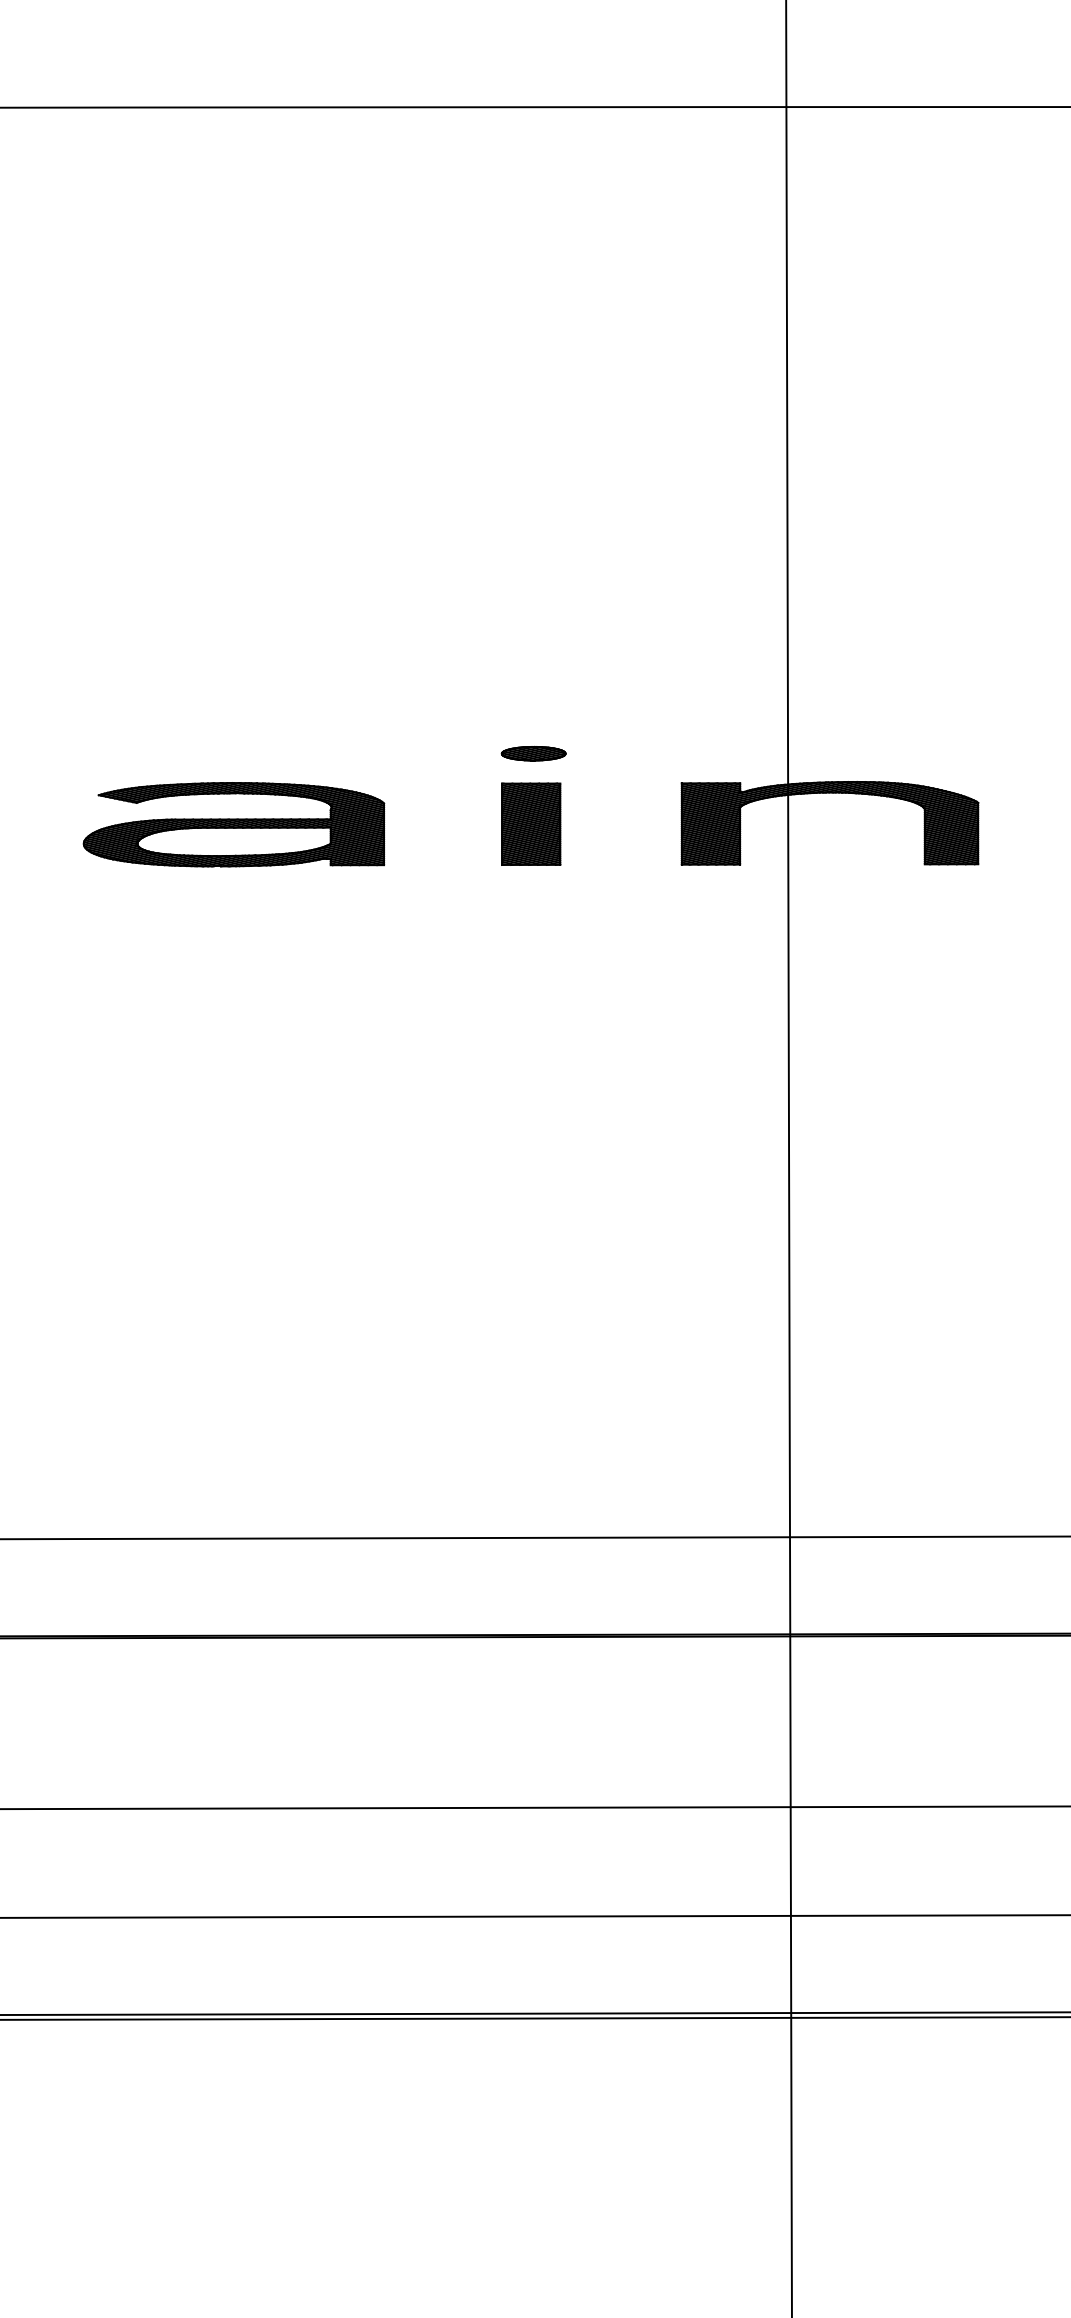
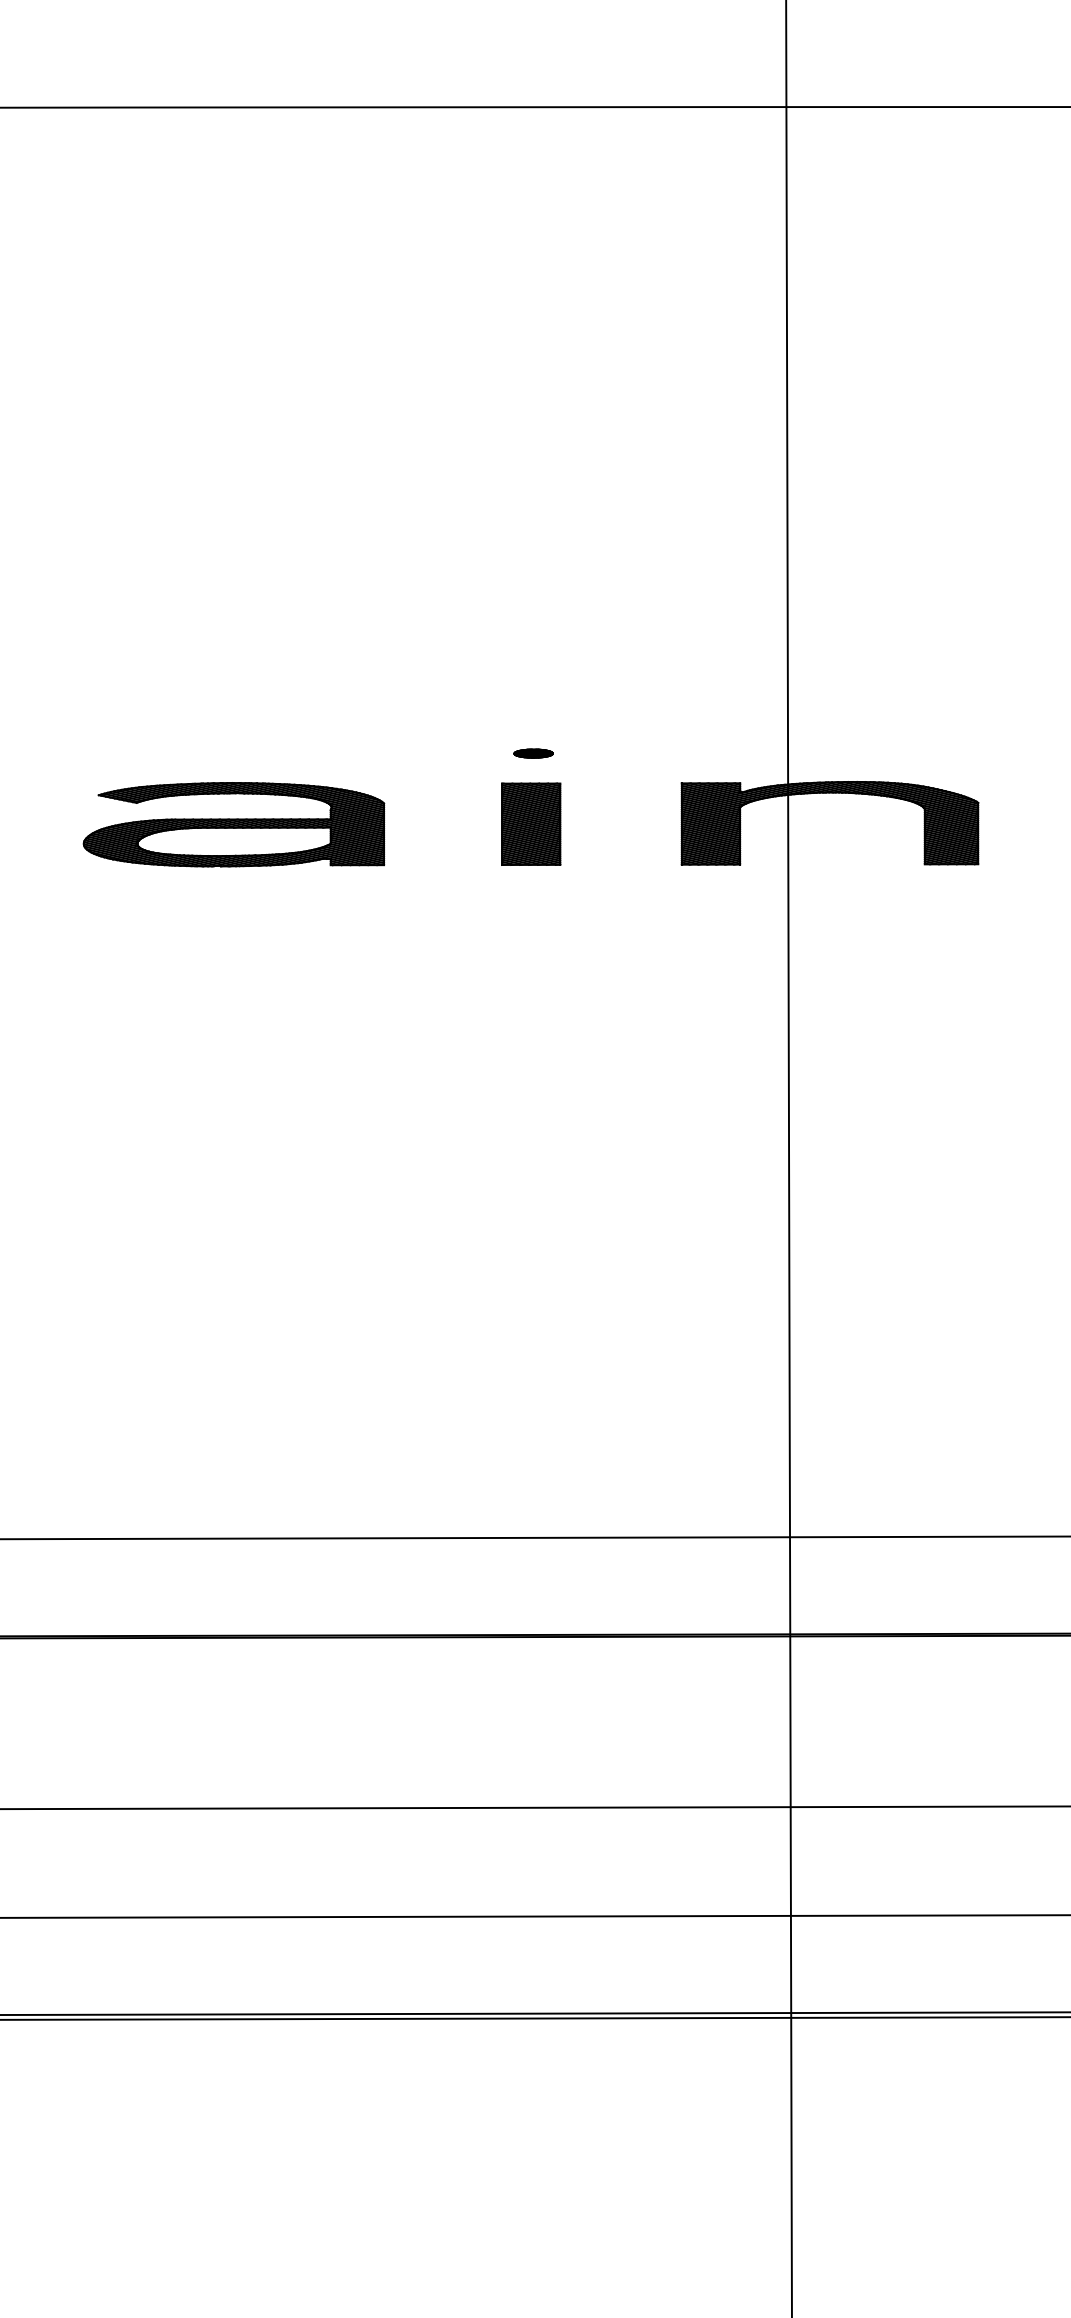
part at (533, 753) size: 67x17 px -> 41x11 px
